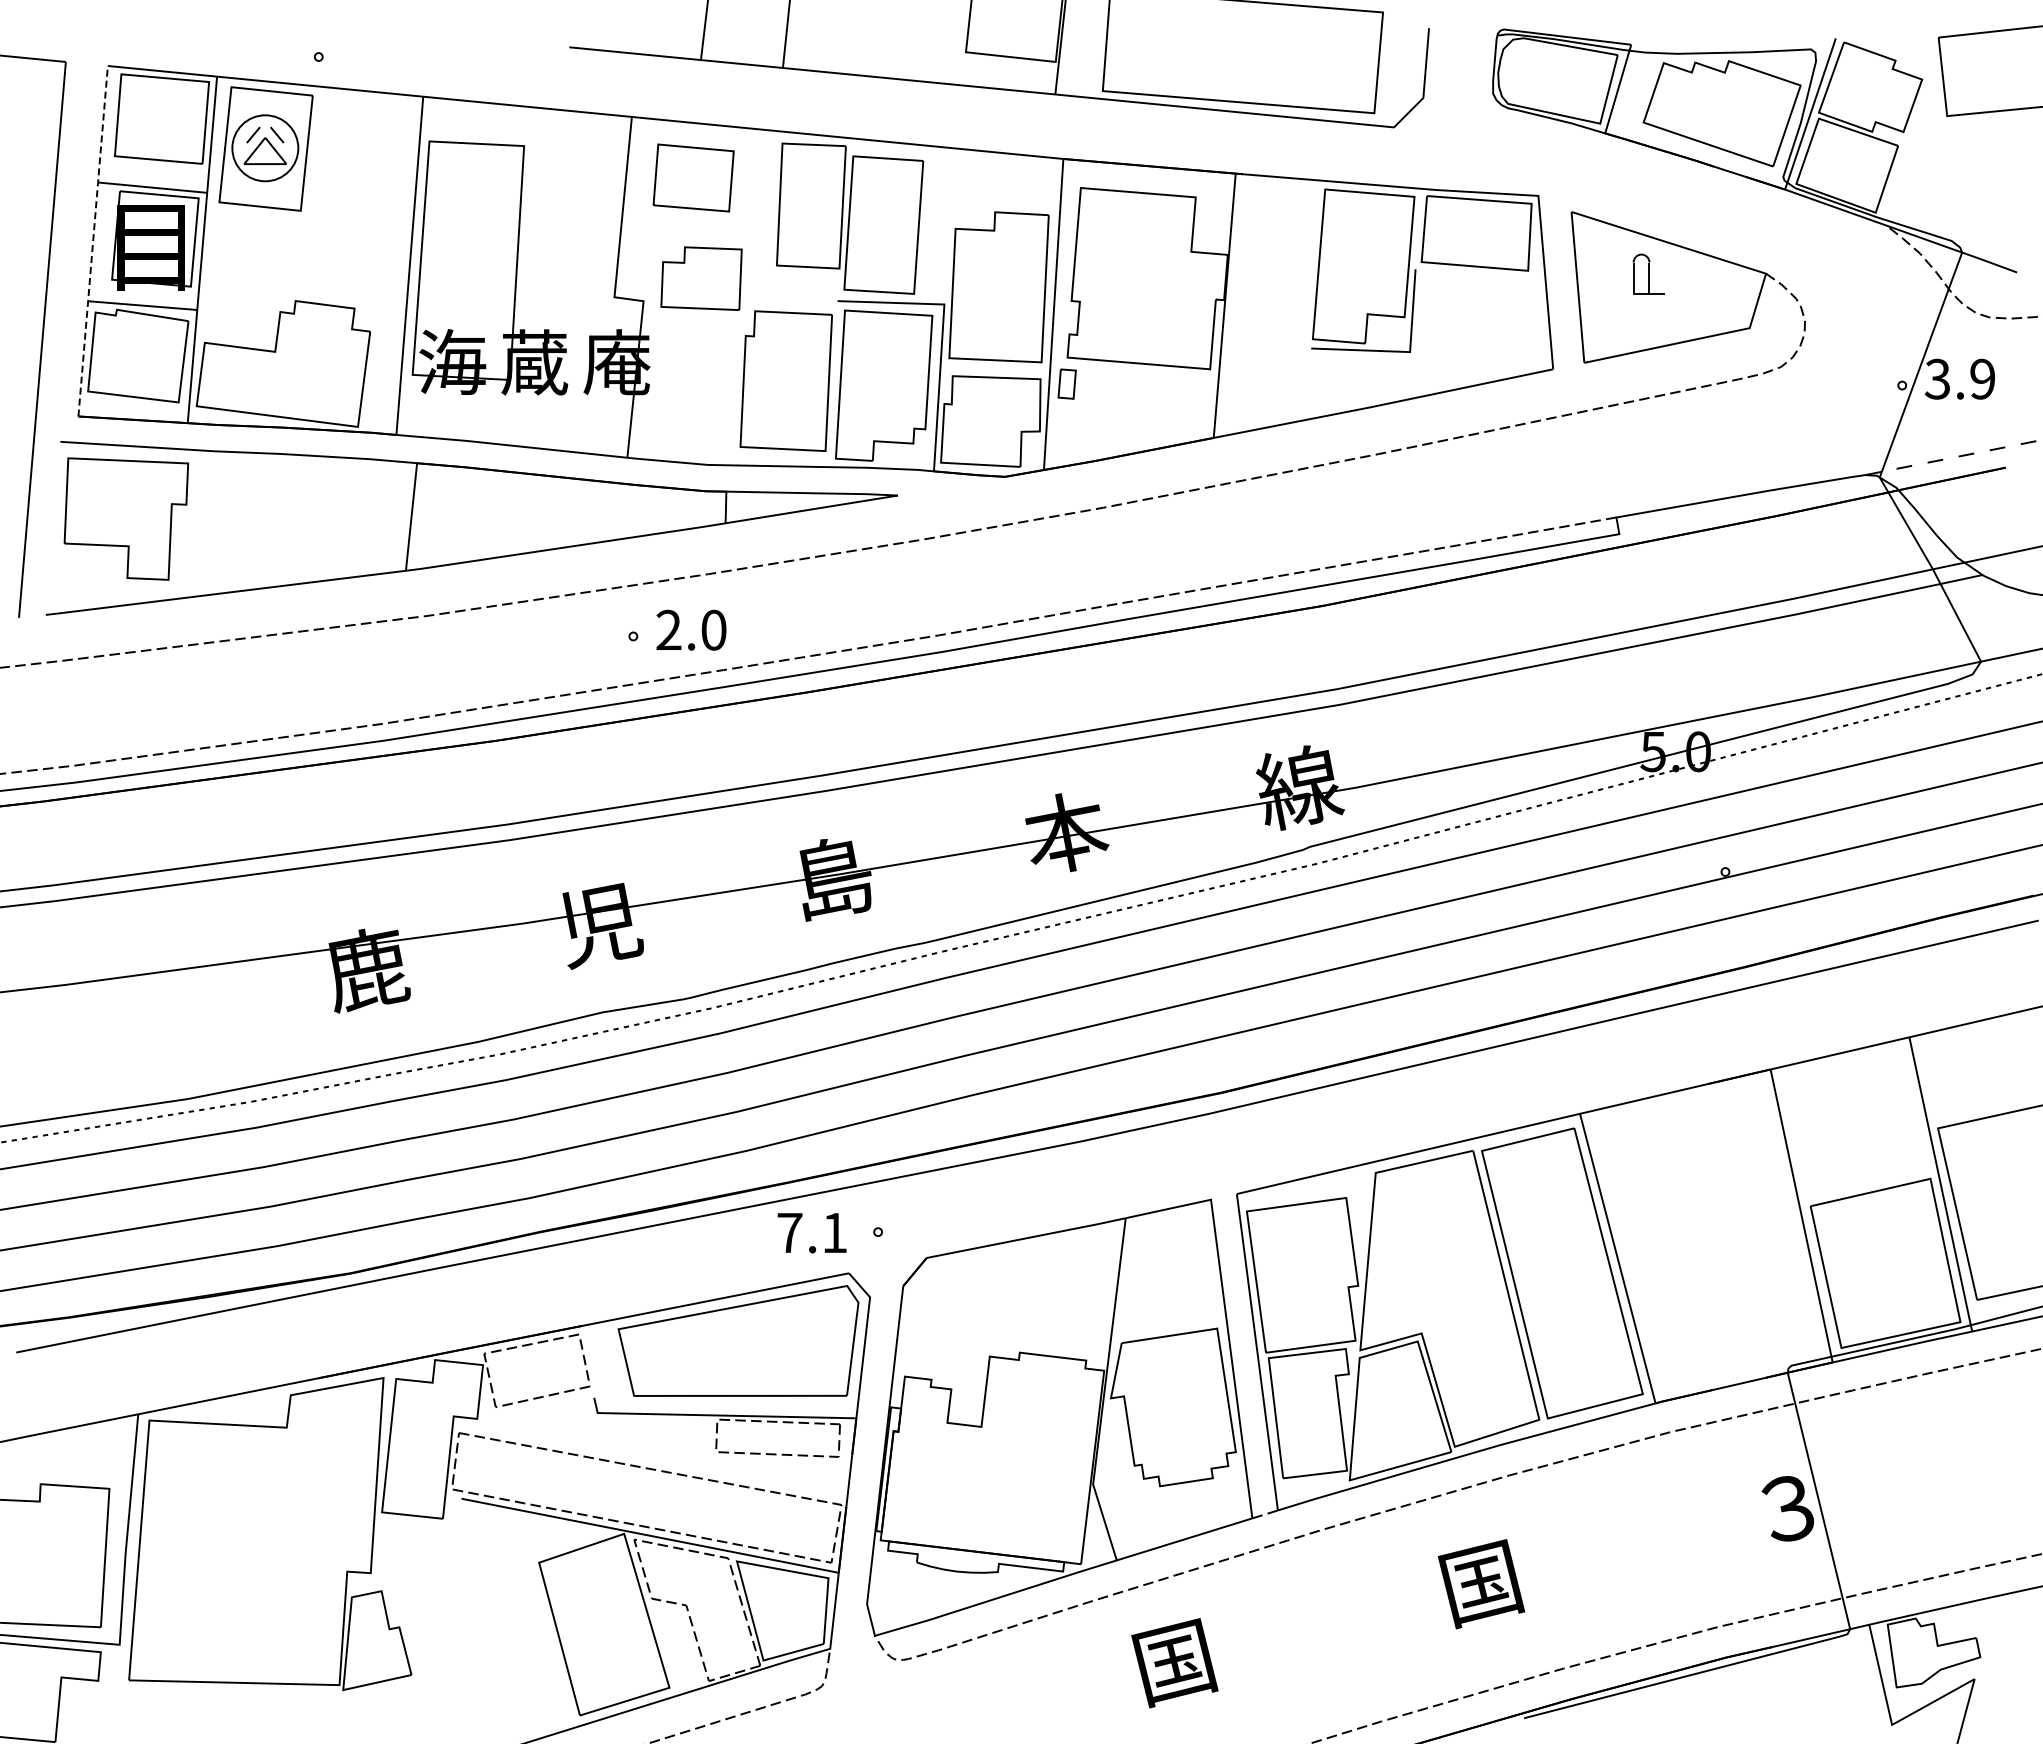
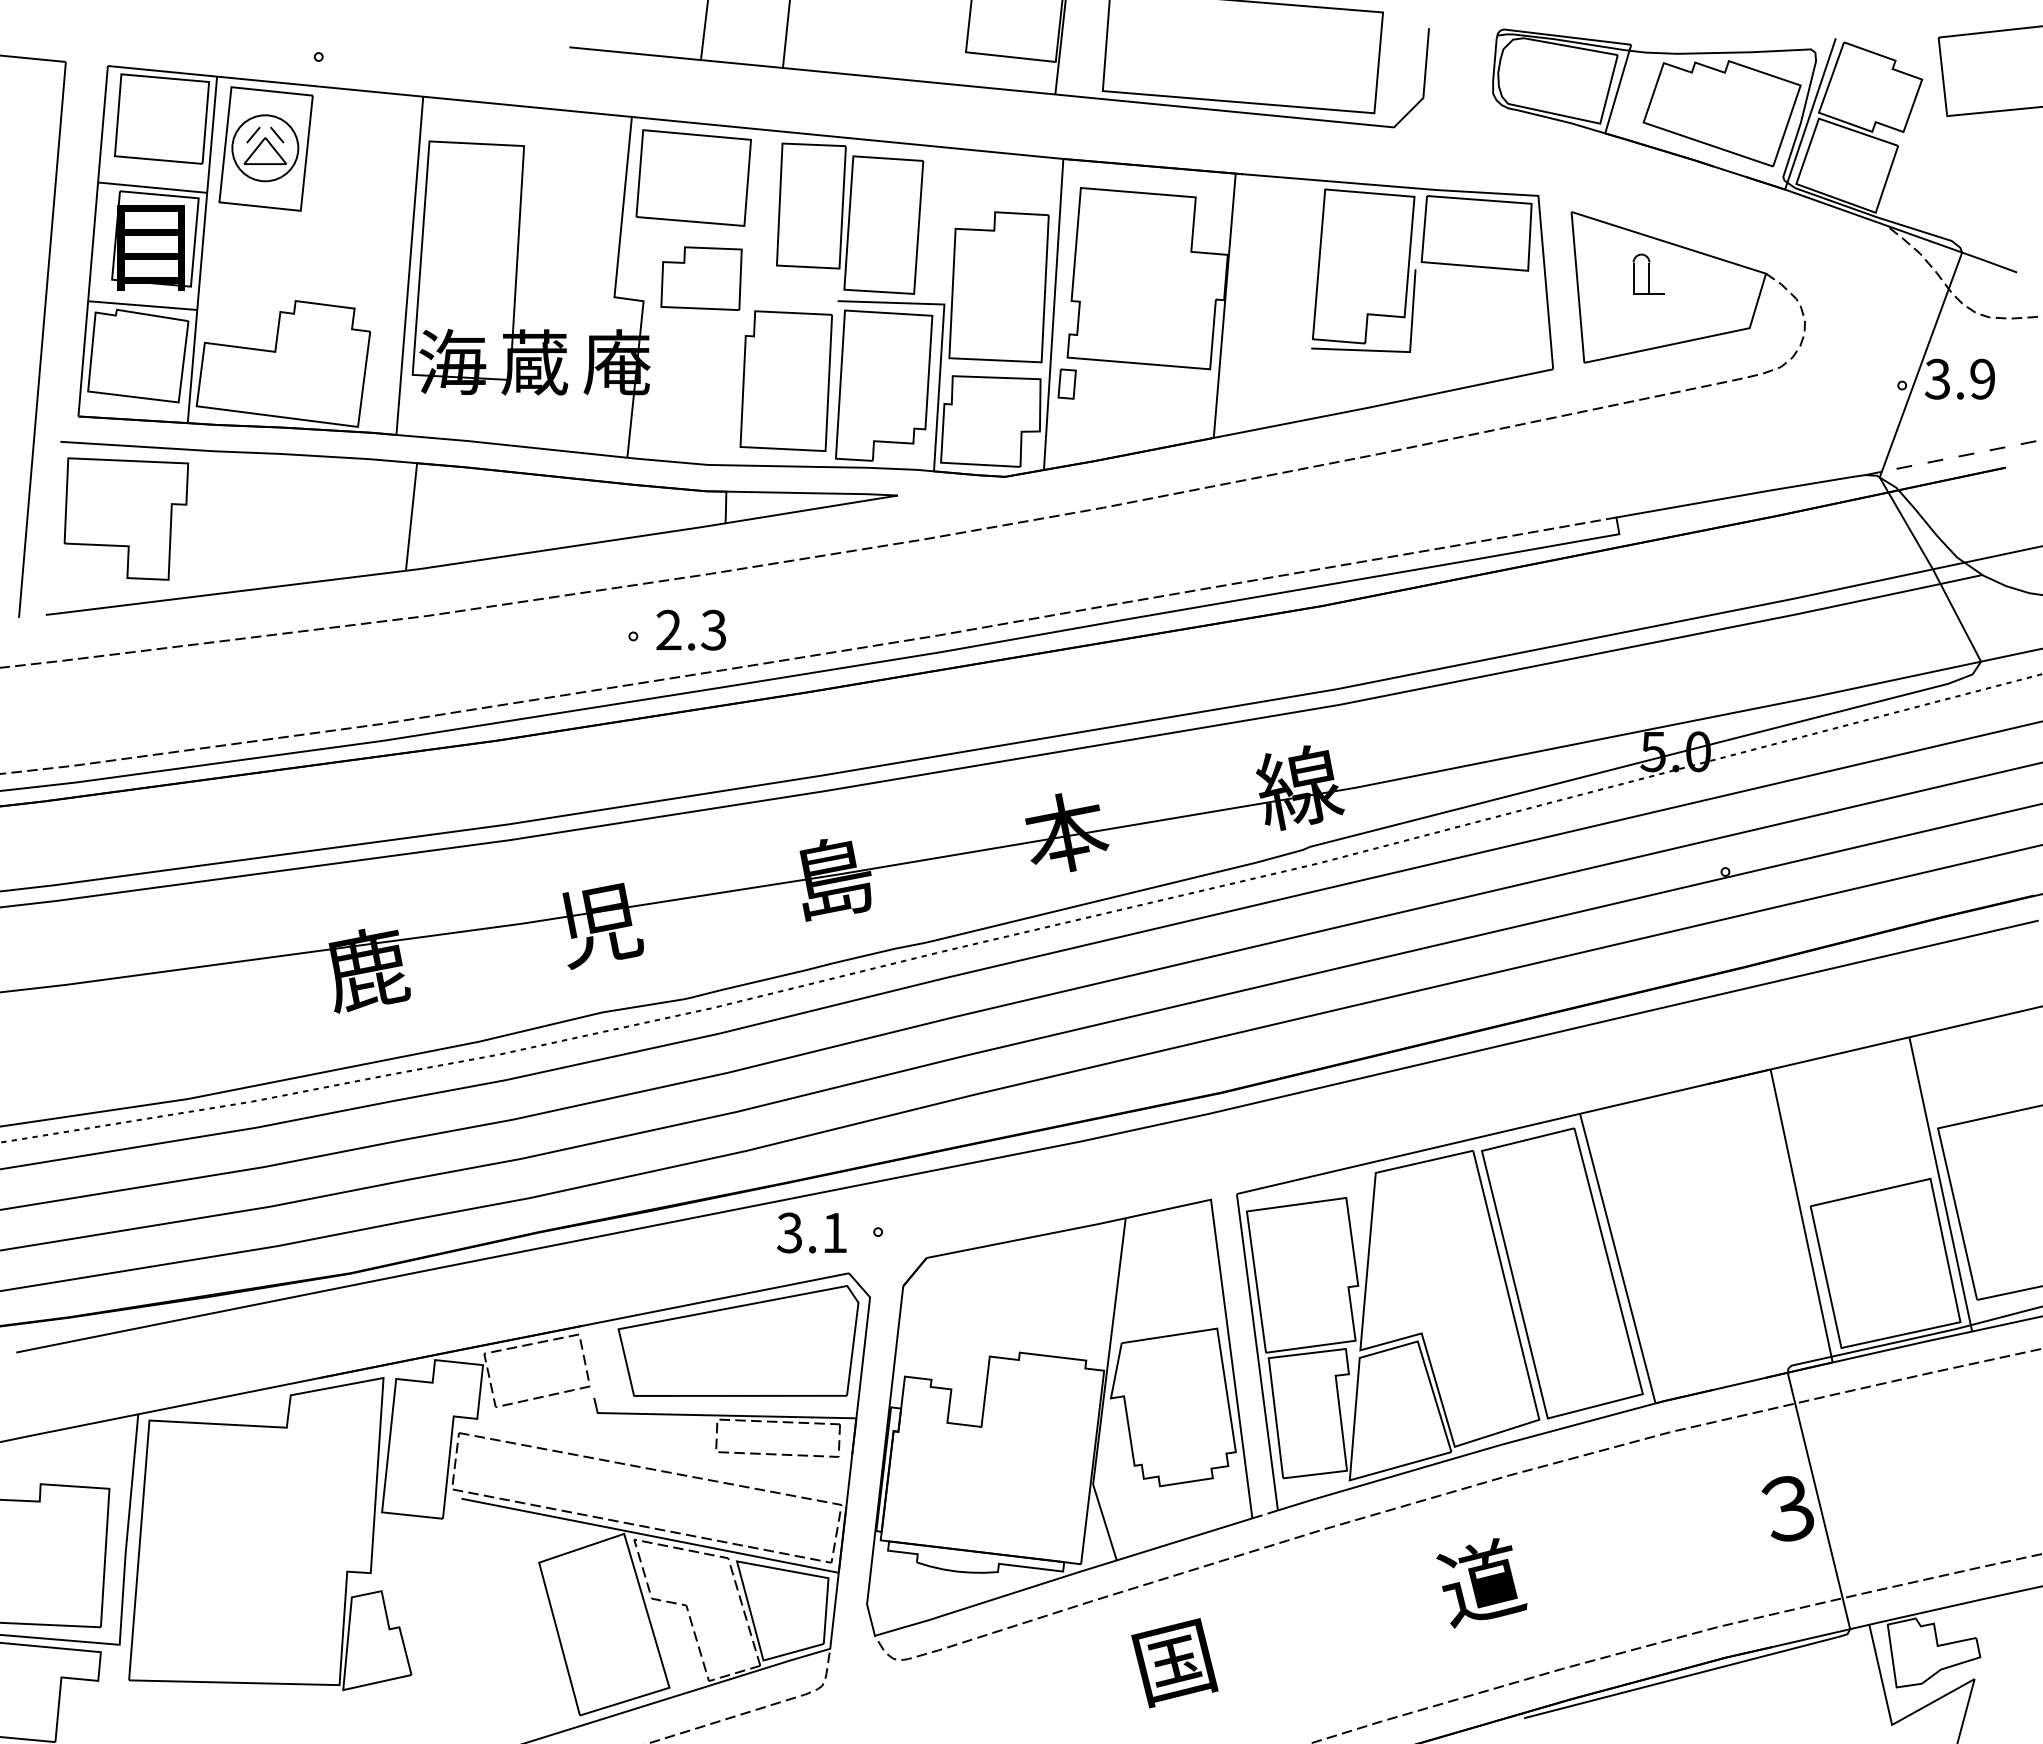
part at (693, 177) size: 83x70 px -> 117x98 px
line at (93, 240): dashed -> solid
text at (713, 629): 2.0 -> 2.3
text at (789, 1232): 7.1 -> 3.1
text at (1481, 1583): 国 -> 道
